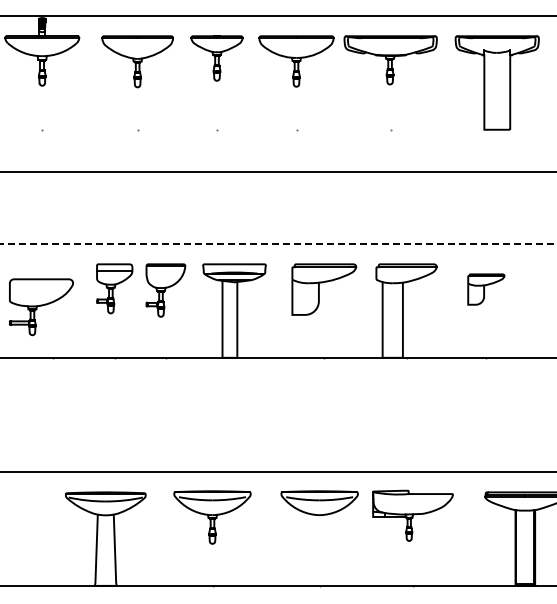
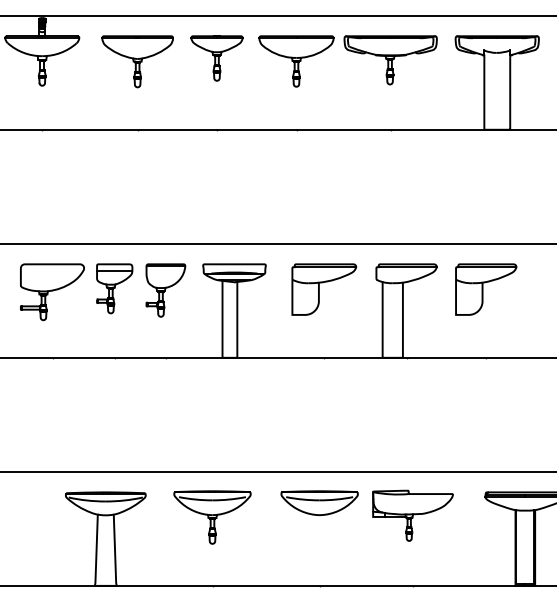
line at (277, 171) position: (277, 171) -> (277, 129)
line at (278, 243): dashed -> solid
part at (486, 289) size: 39x33 px -> 63x53 px
part at (41, 307) position: (41, 307) -> (52, 292)
